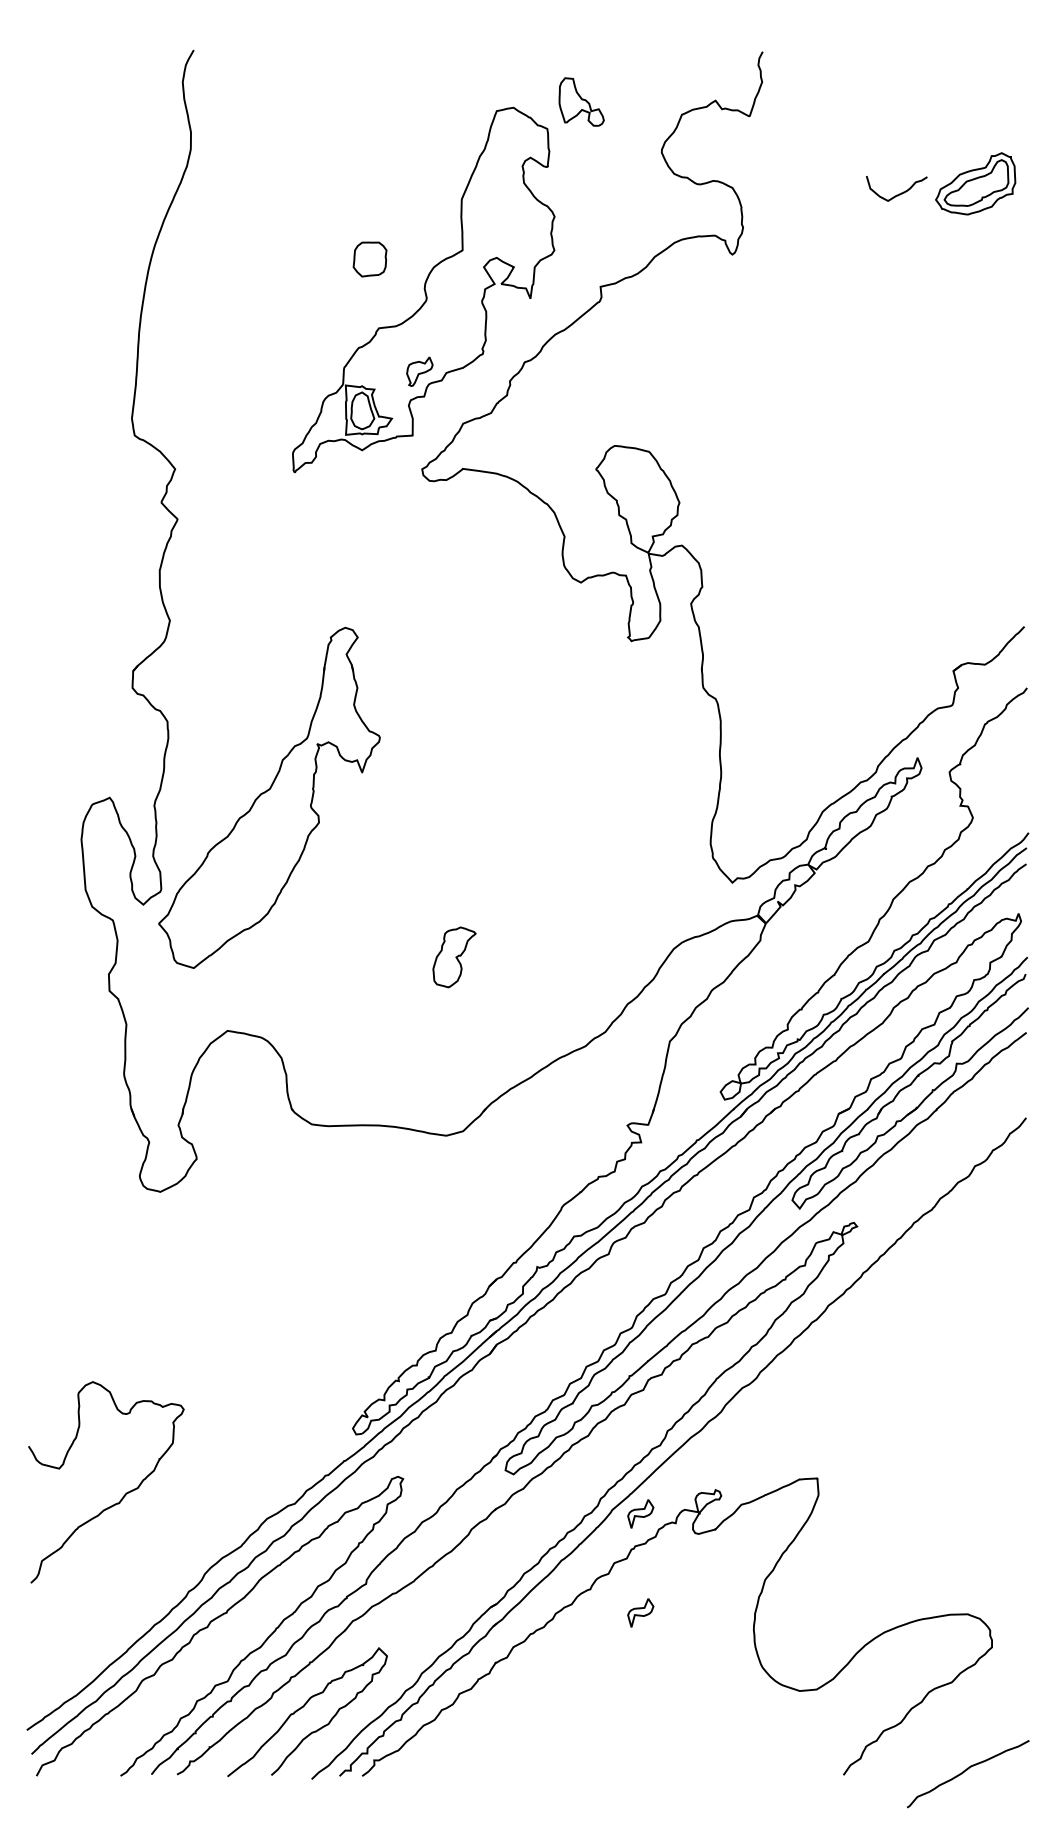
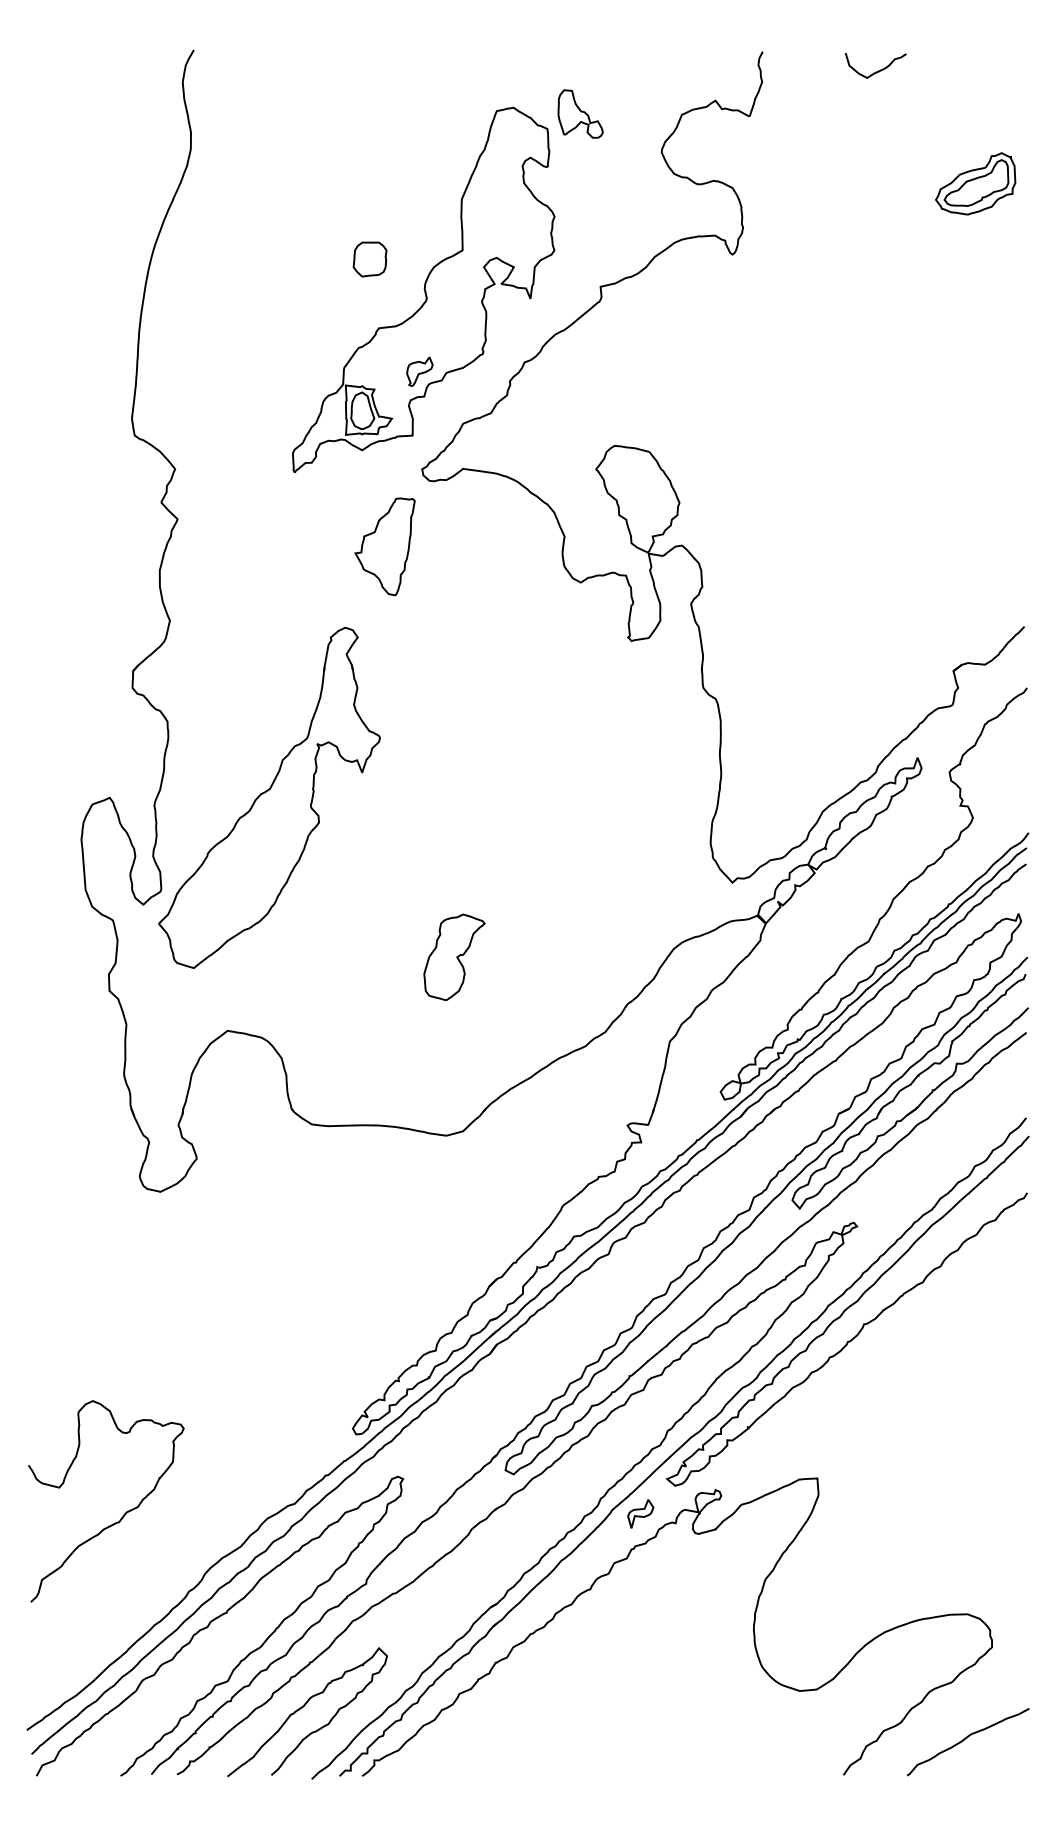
part at (581, 101) position: (581, 101) -> (580, 113)
curve at (899, 193) position: (899, 193) -> (878, 70)
part at (384, 546): none -> present
part at (454, 957) size: 45x63 px -> 63x89 px
curve at (847, 1309): none -> present
curve at (123, 1495) position: (123, 1495) -> (123, 1514)
part at (640, 1612): present -> none
curve at (967, 1770) position: (967, 1770) -> (967, 1738)
